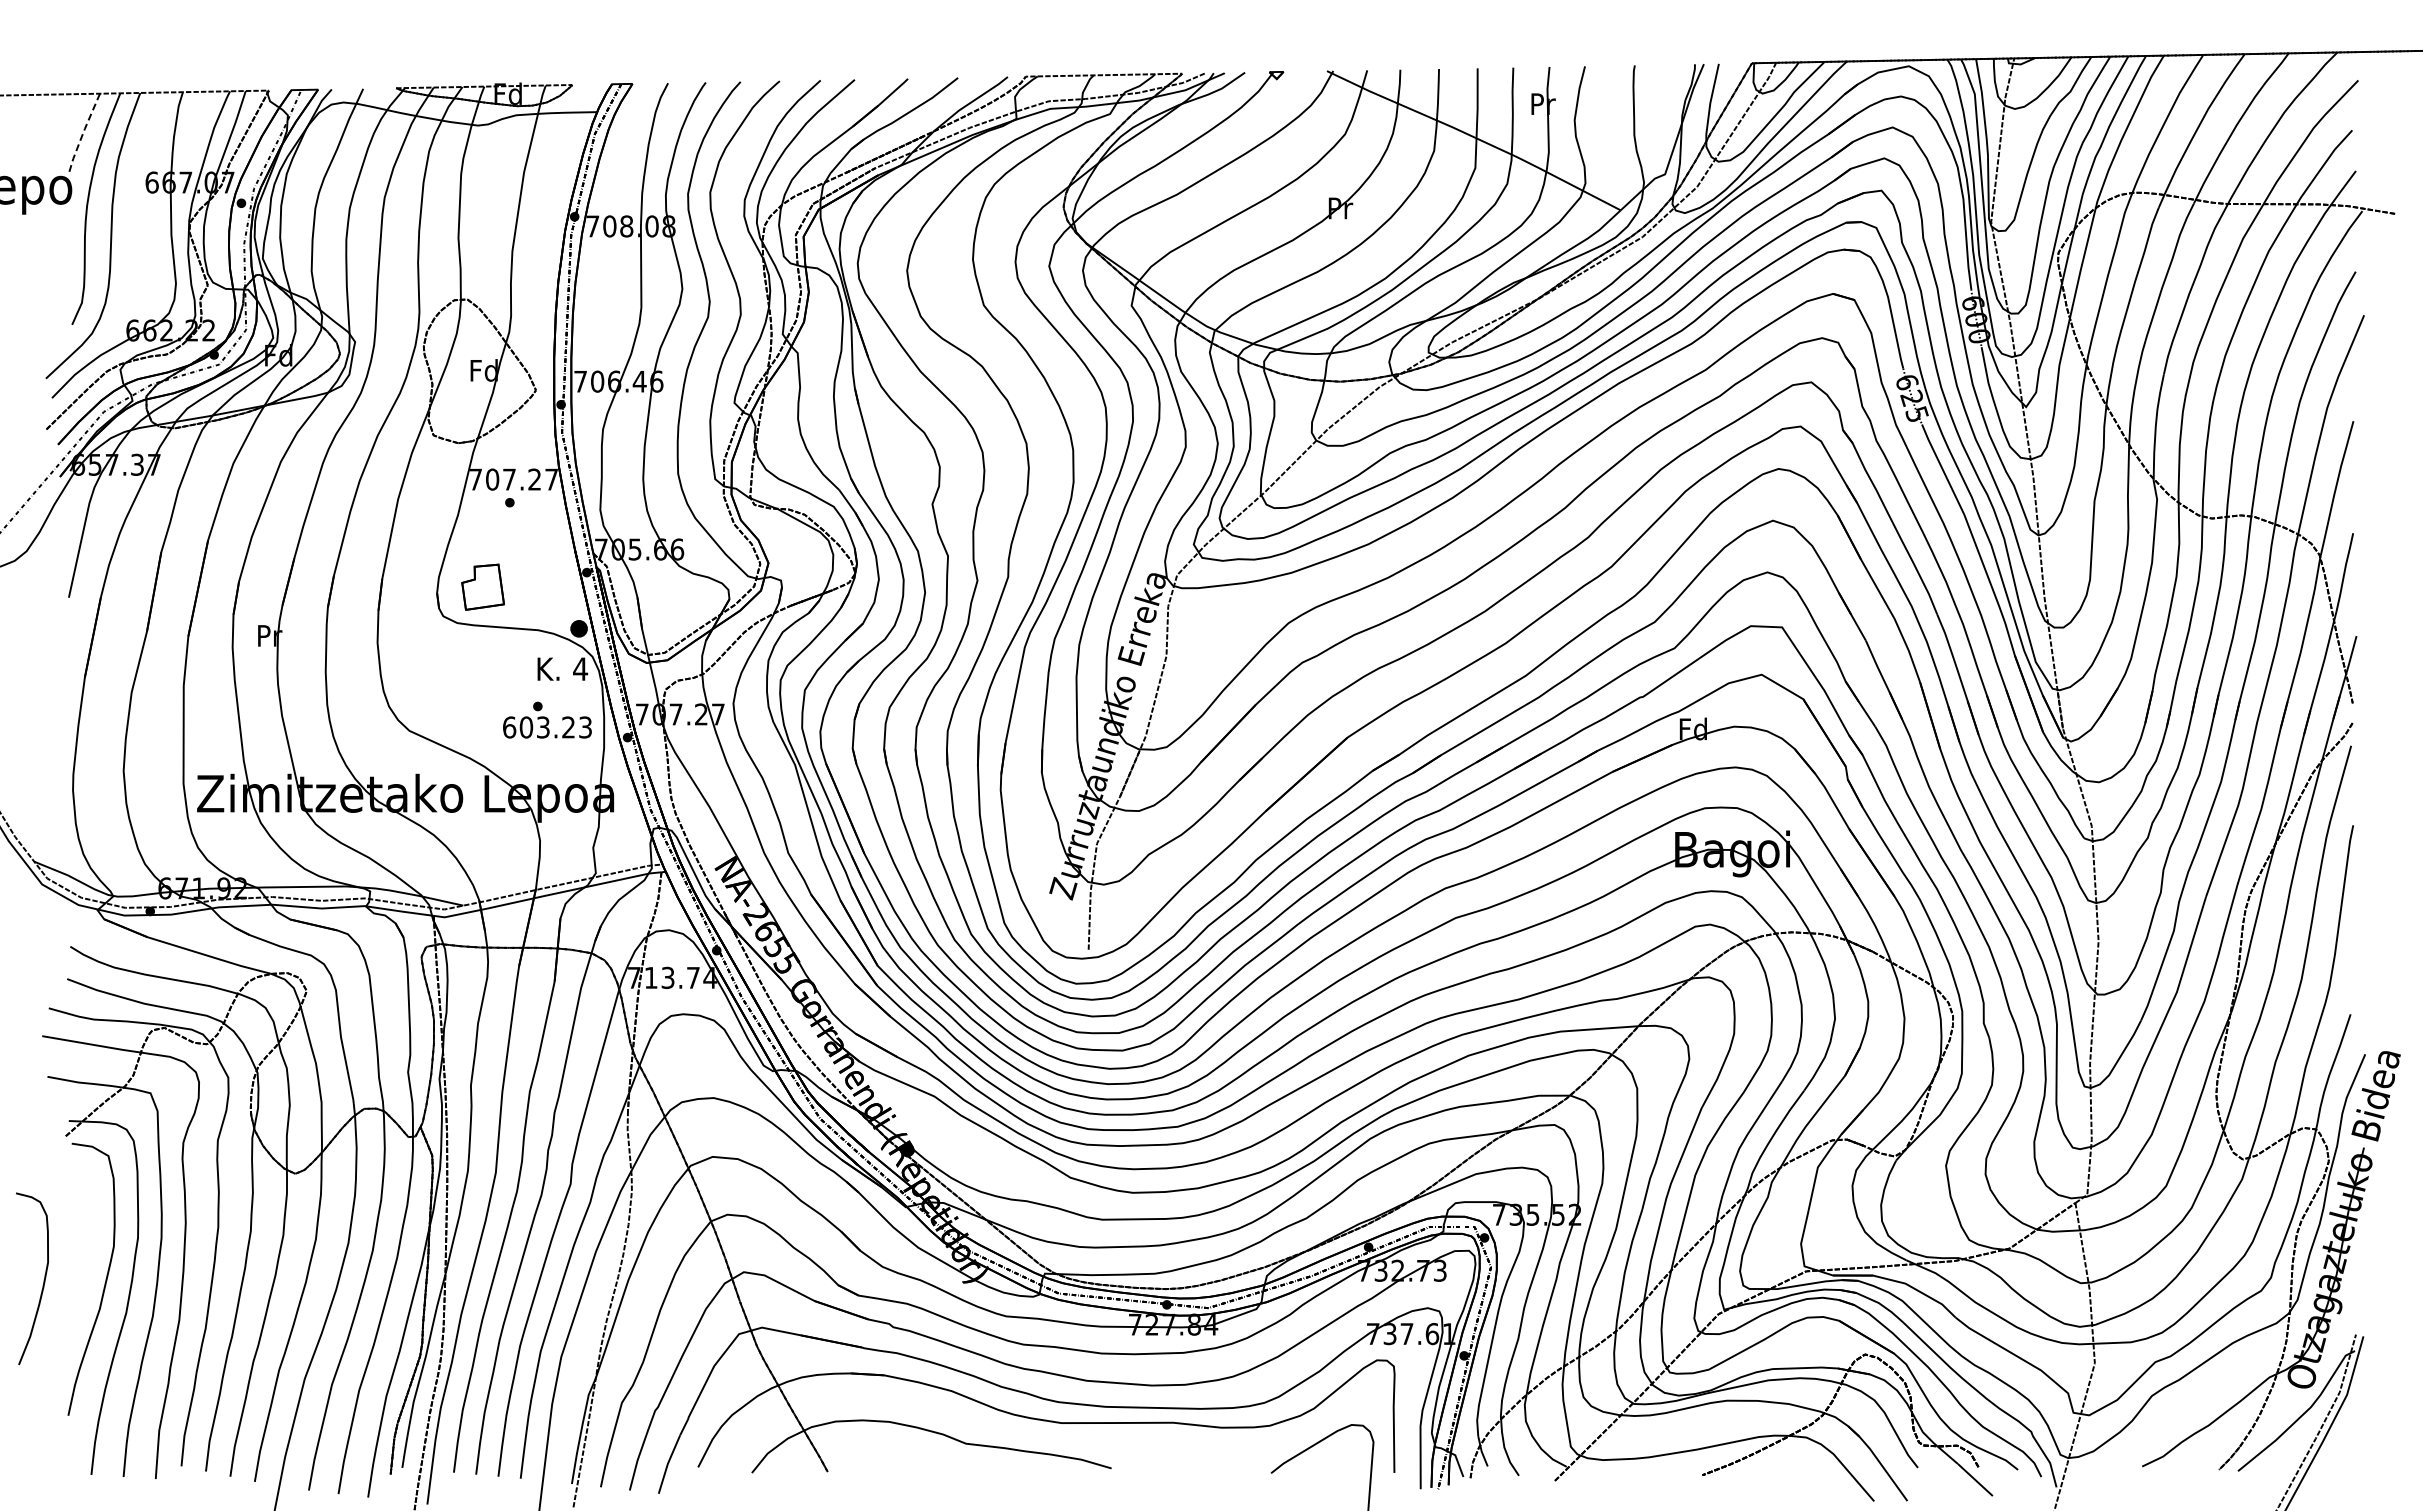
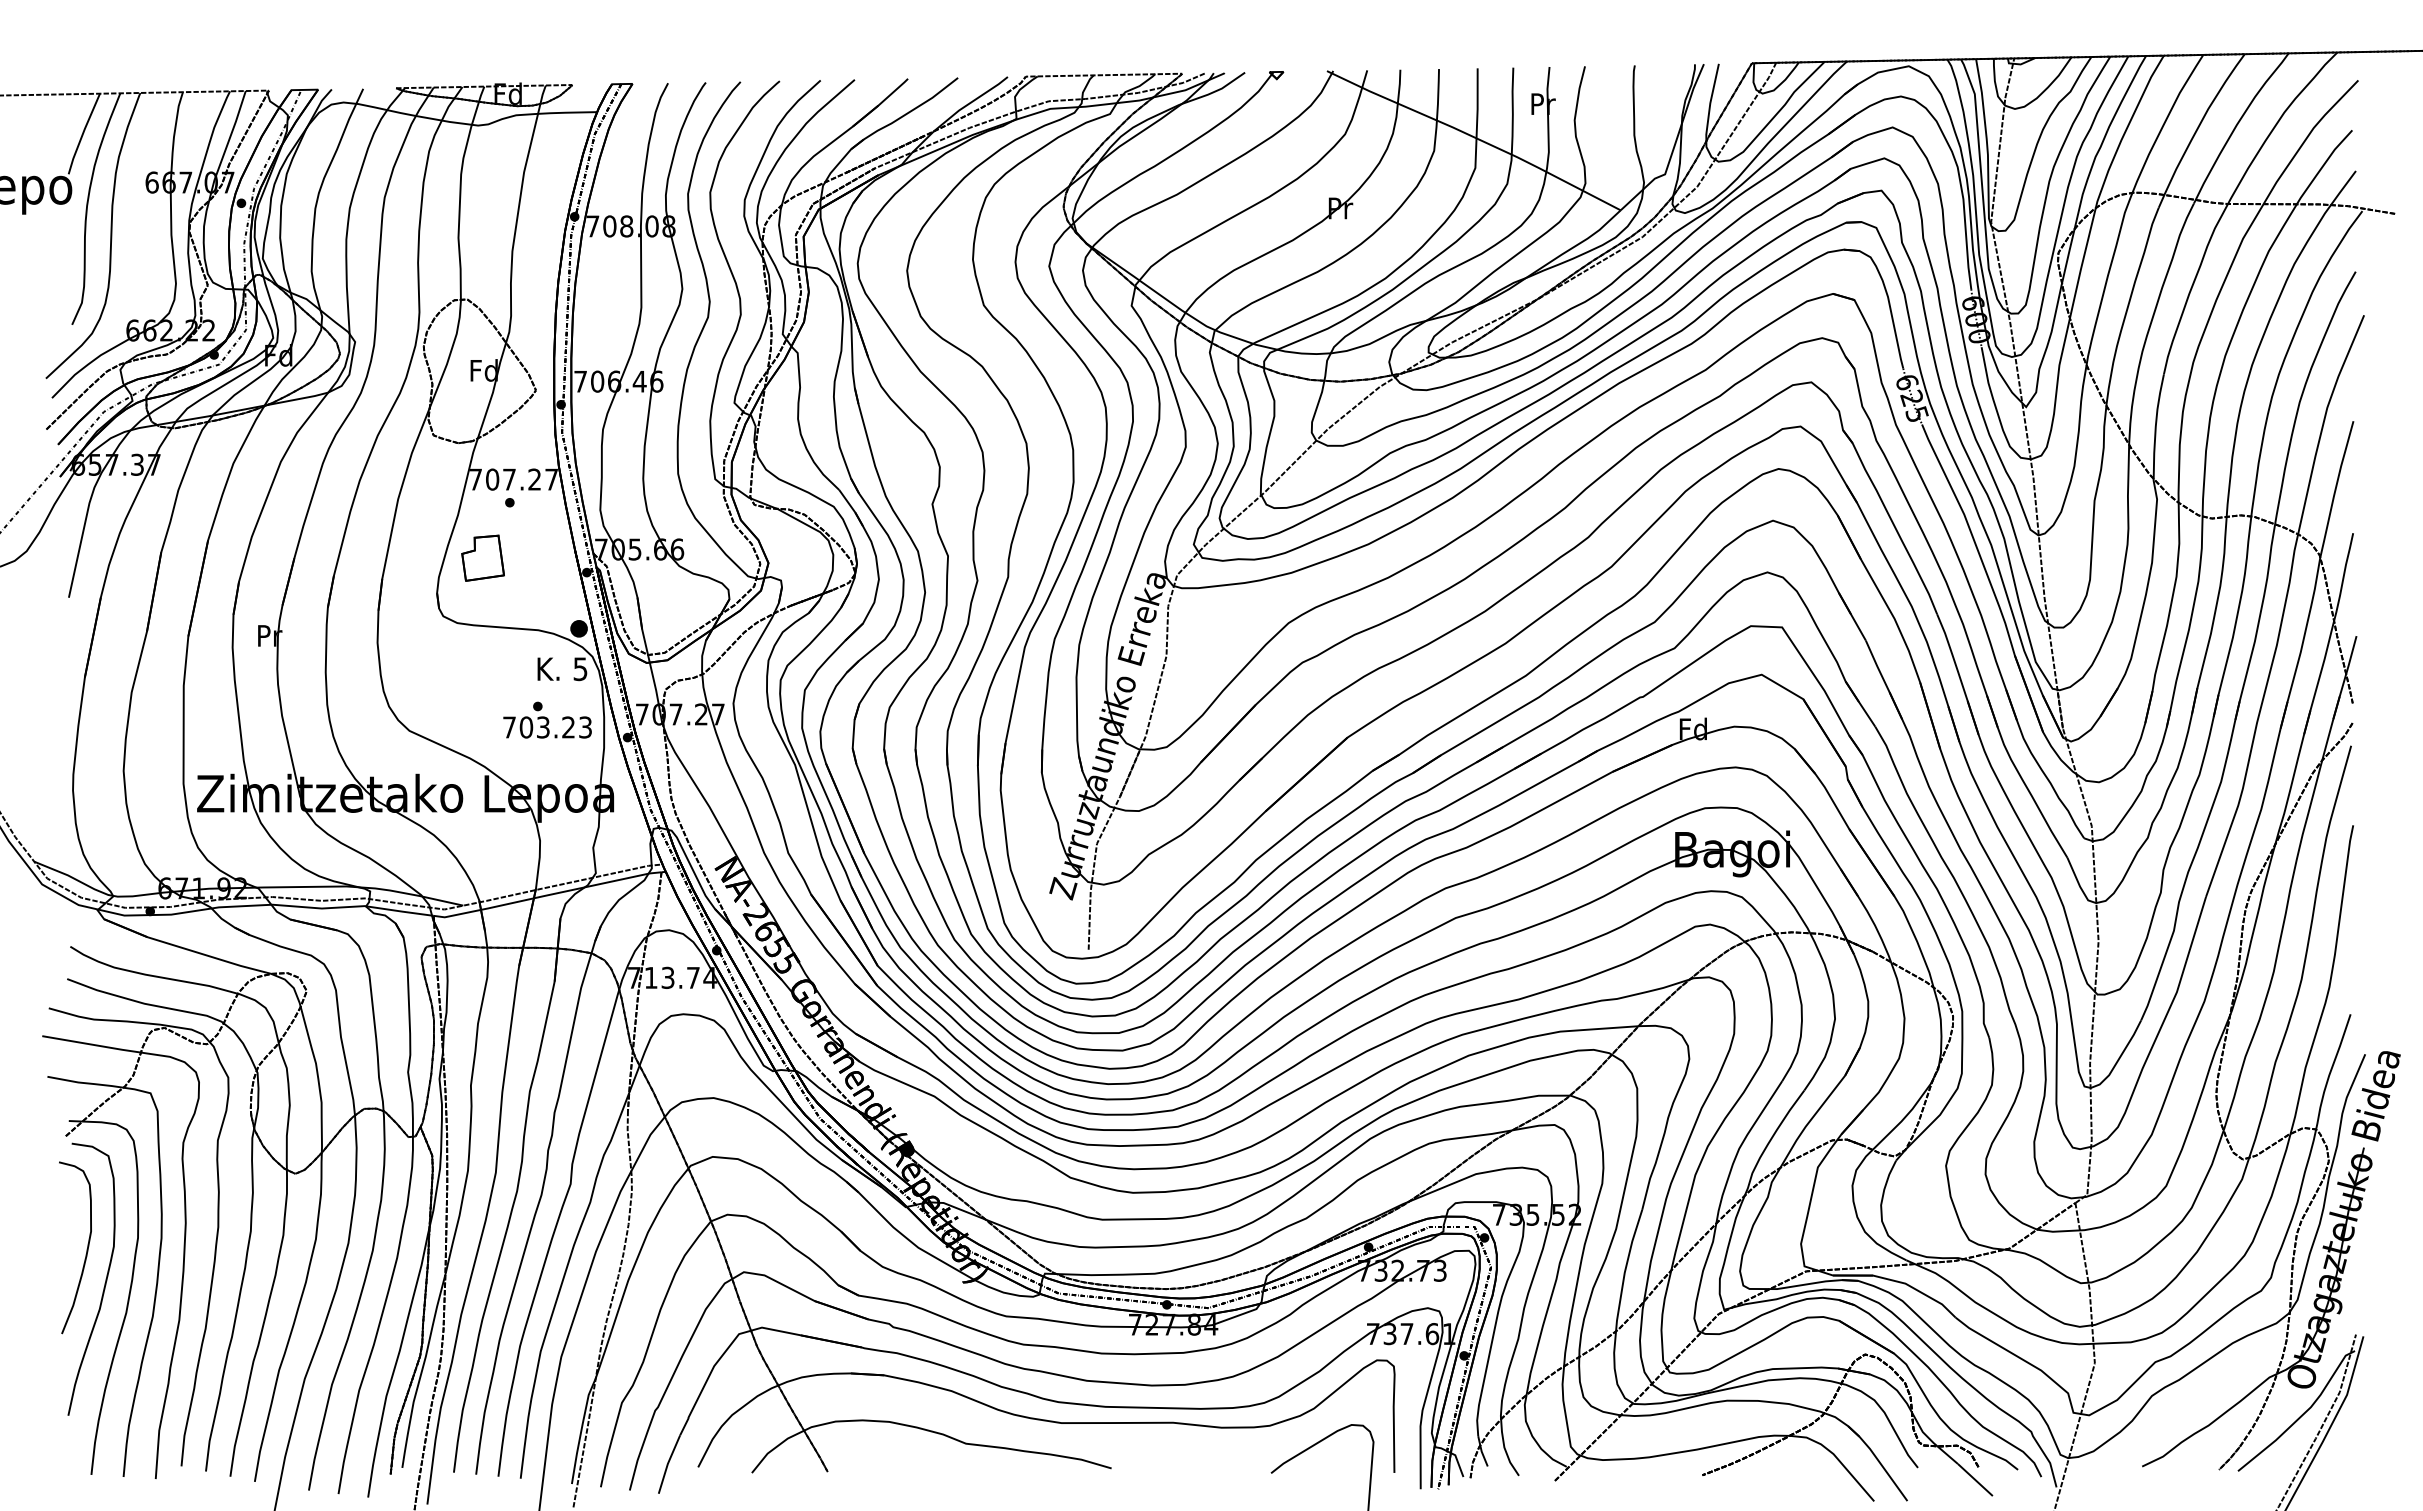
line at (82, 134): dashed -> solid
part at (482, 586) position: (482, 586) -> (482, 557)
text at (580, 669): 4 -> 5
text at (509, 727): 603.23 -> 703.23
curve at (43, 1280) position: (43, 1280) -> (86, 1249)
